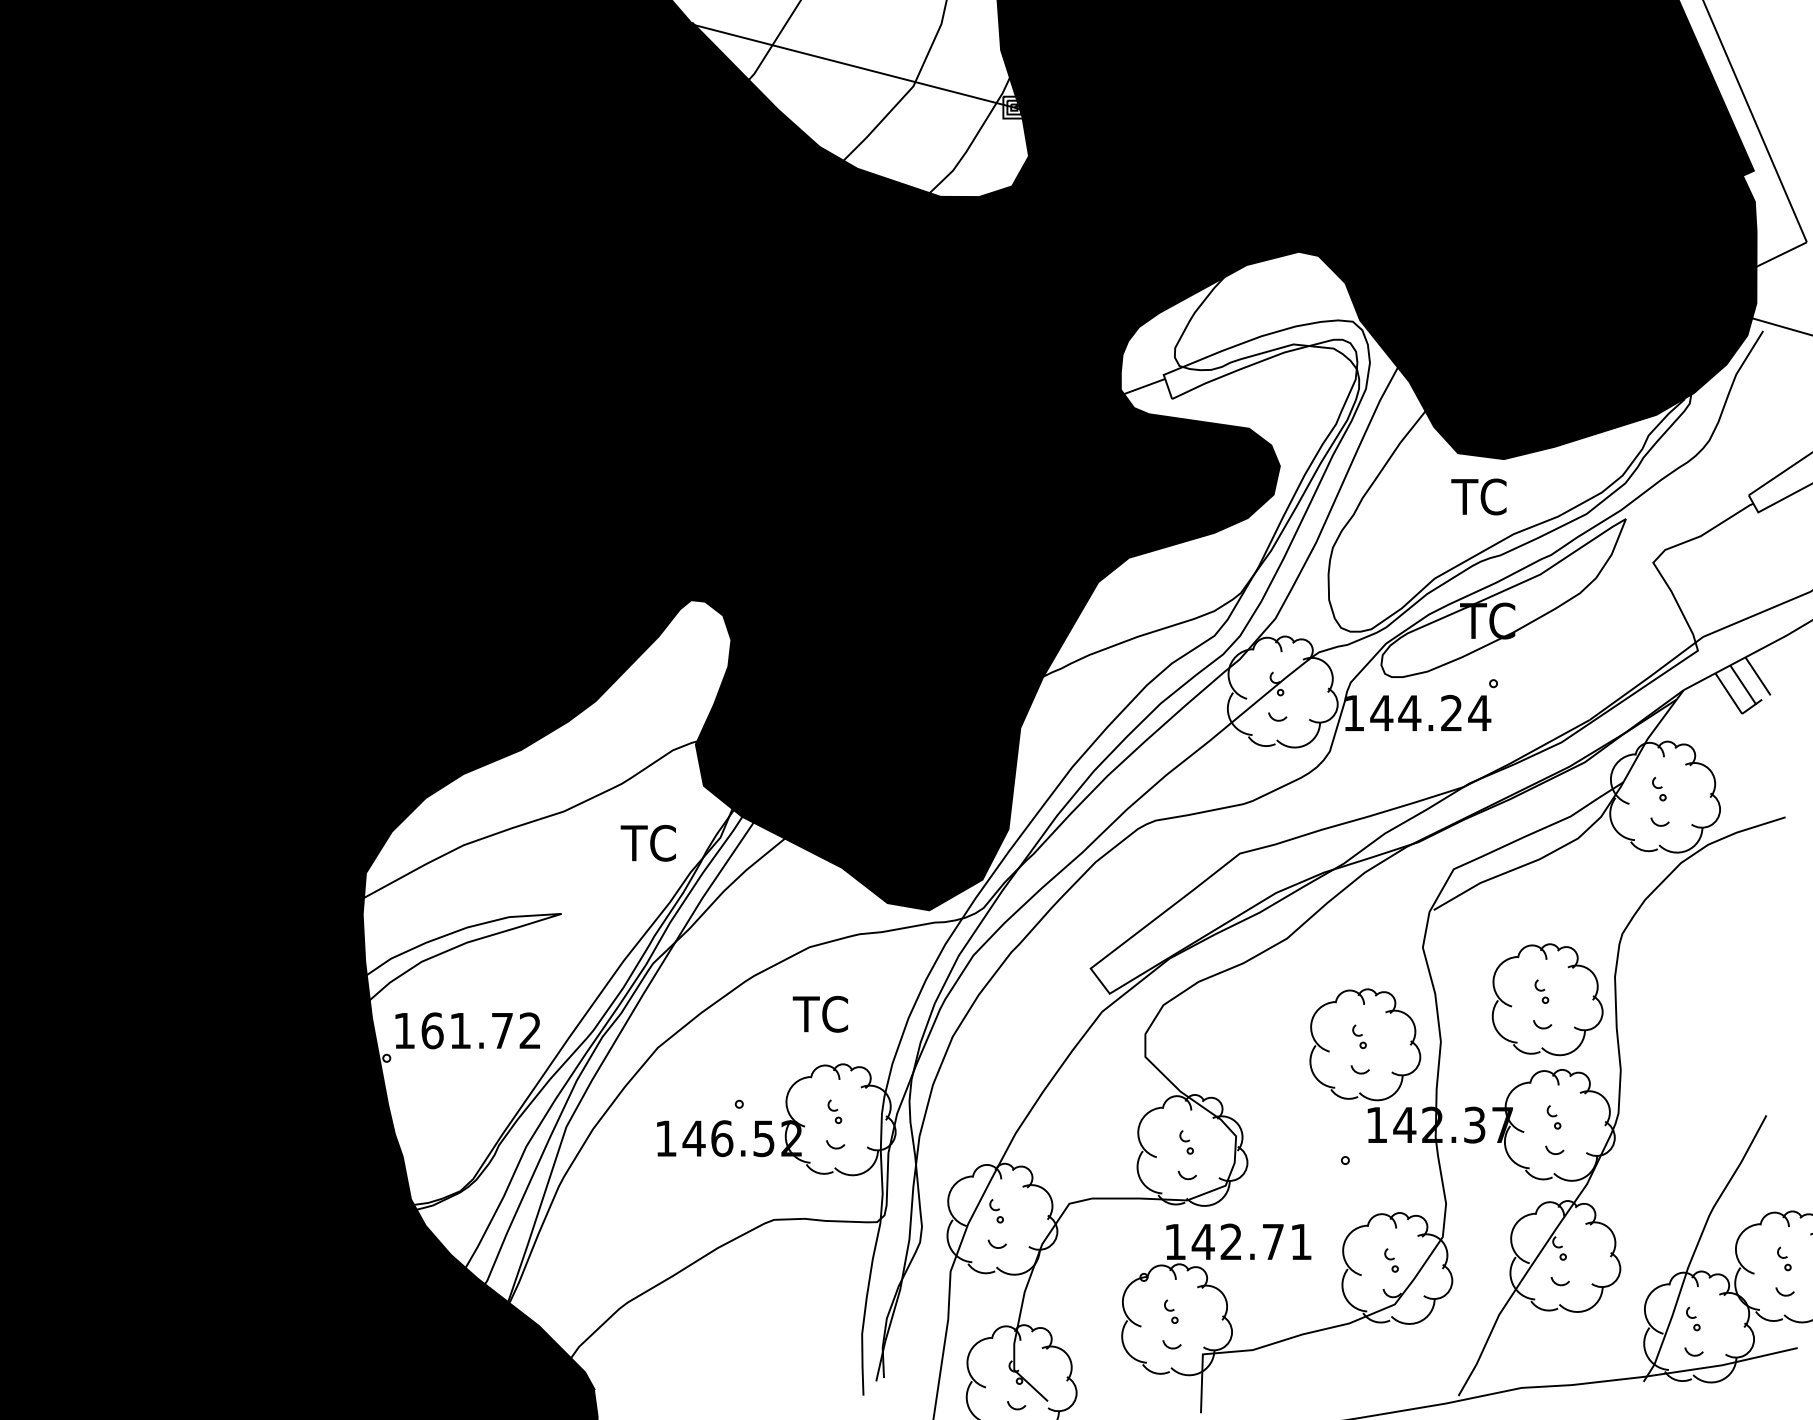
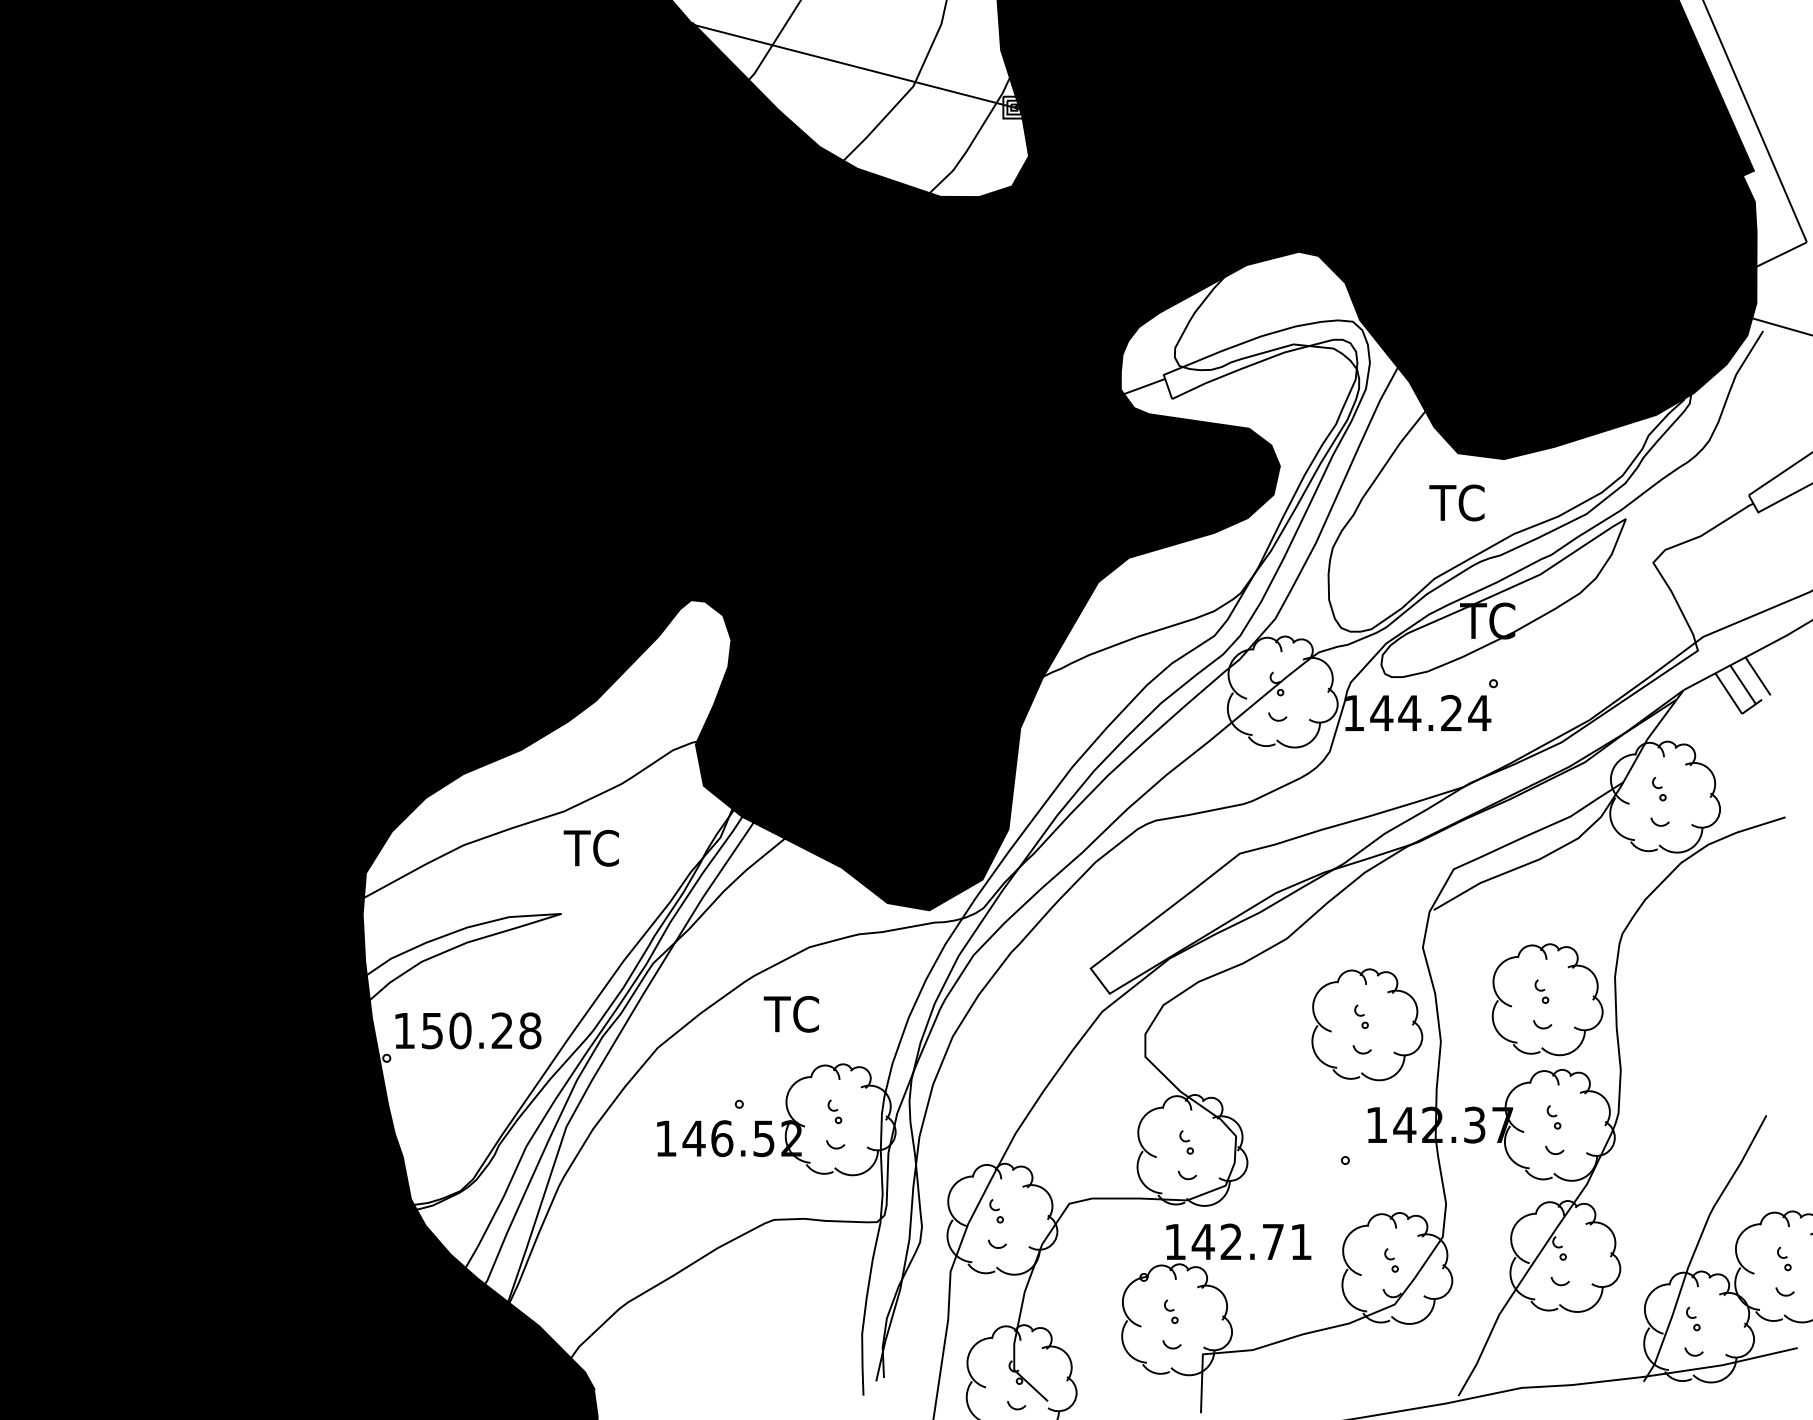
text at (1478, 496) position: (1478, 496) -> (1456, 502)
text at (647, 842) position: (647, 842) -> (590, 847)
text at (819, 1014) position: (819, 1014) -> (790, 1014)
text at (481, 1030): 161.72 -> 150.28
part at (1365, 1044) position: (1365, 1044) -> (1367, 1024)
